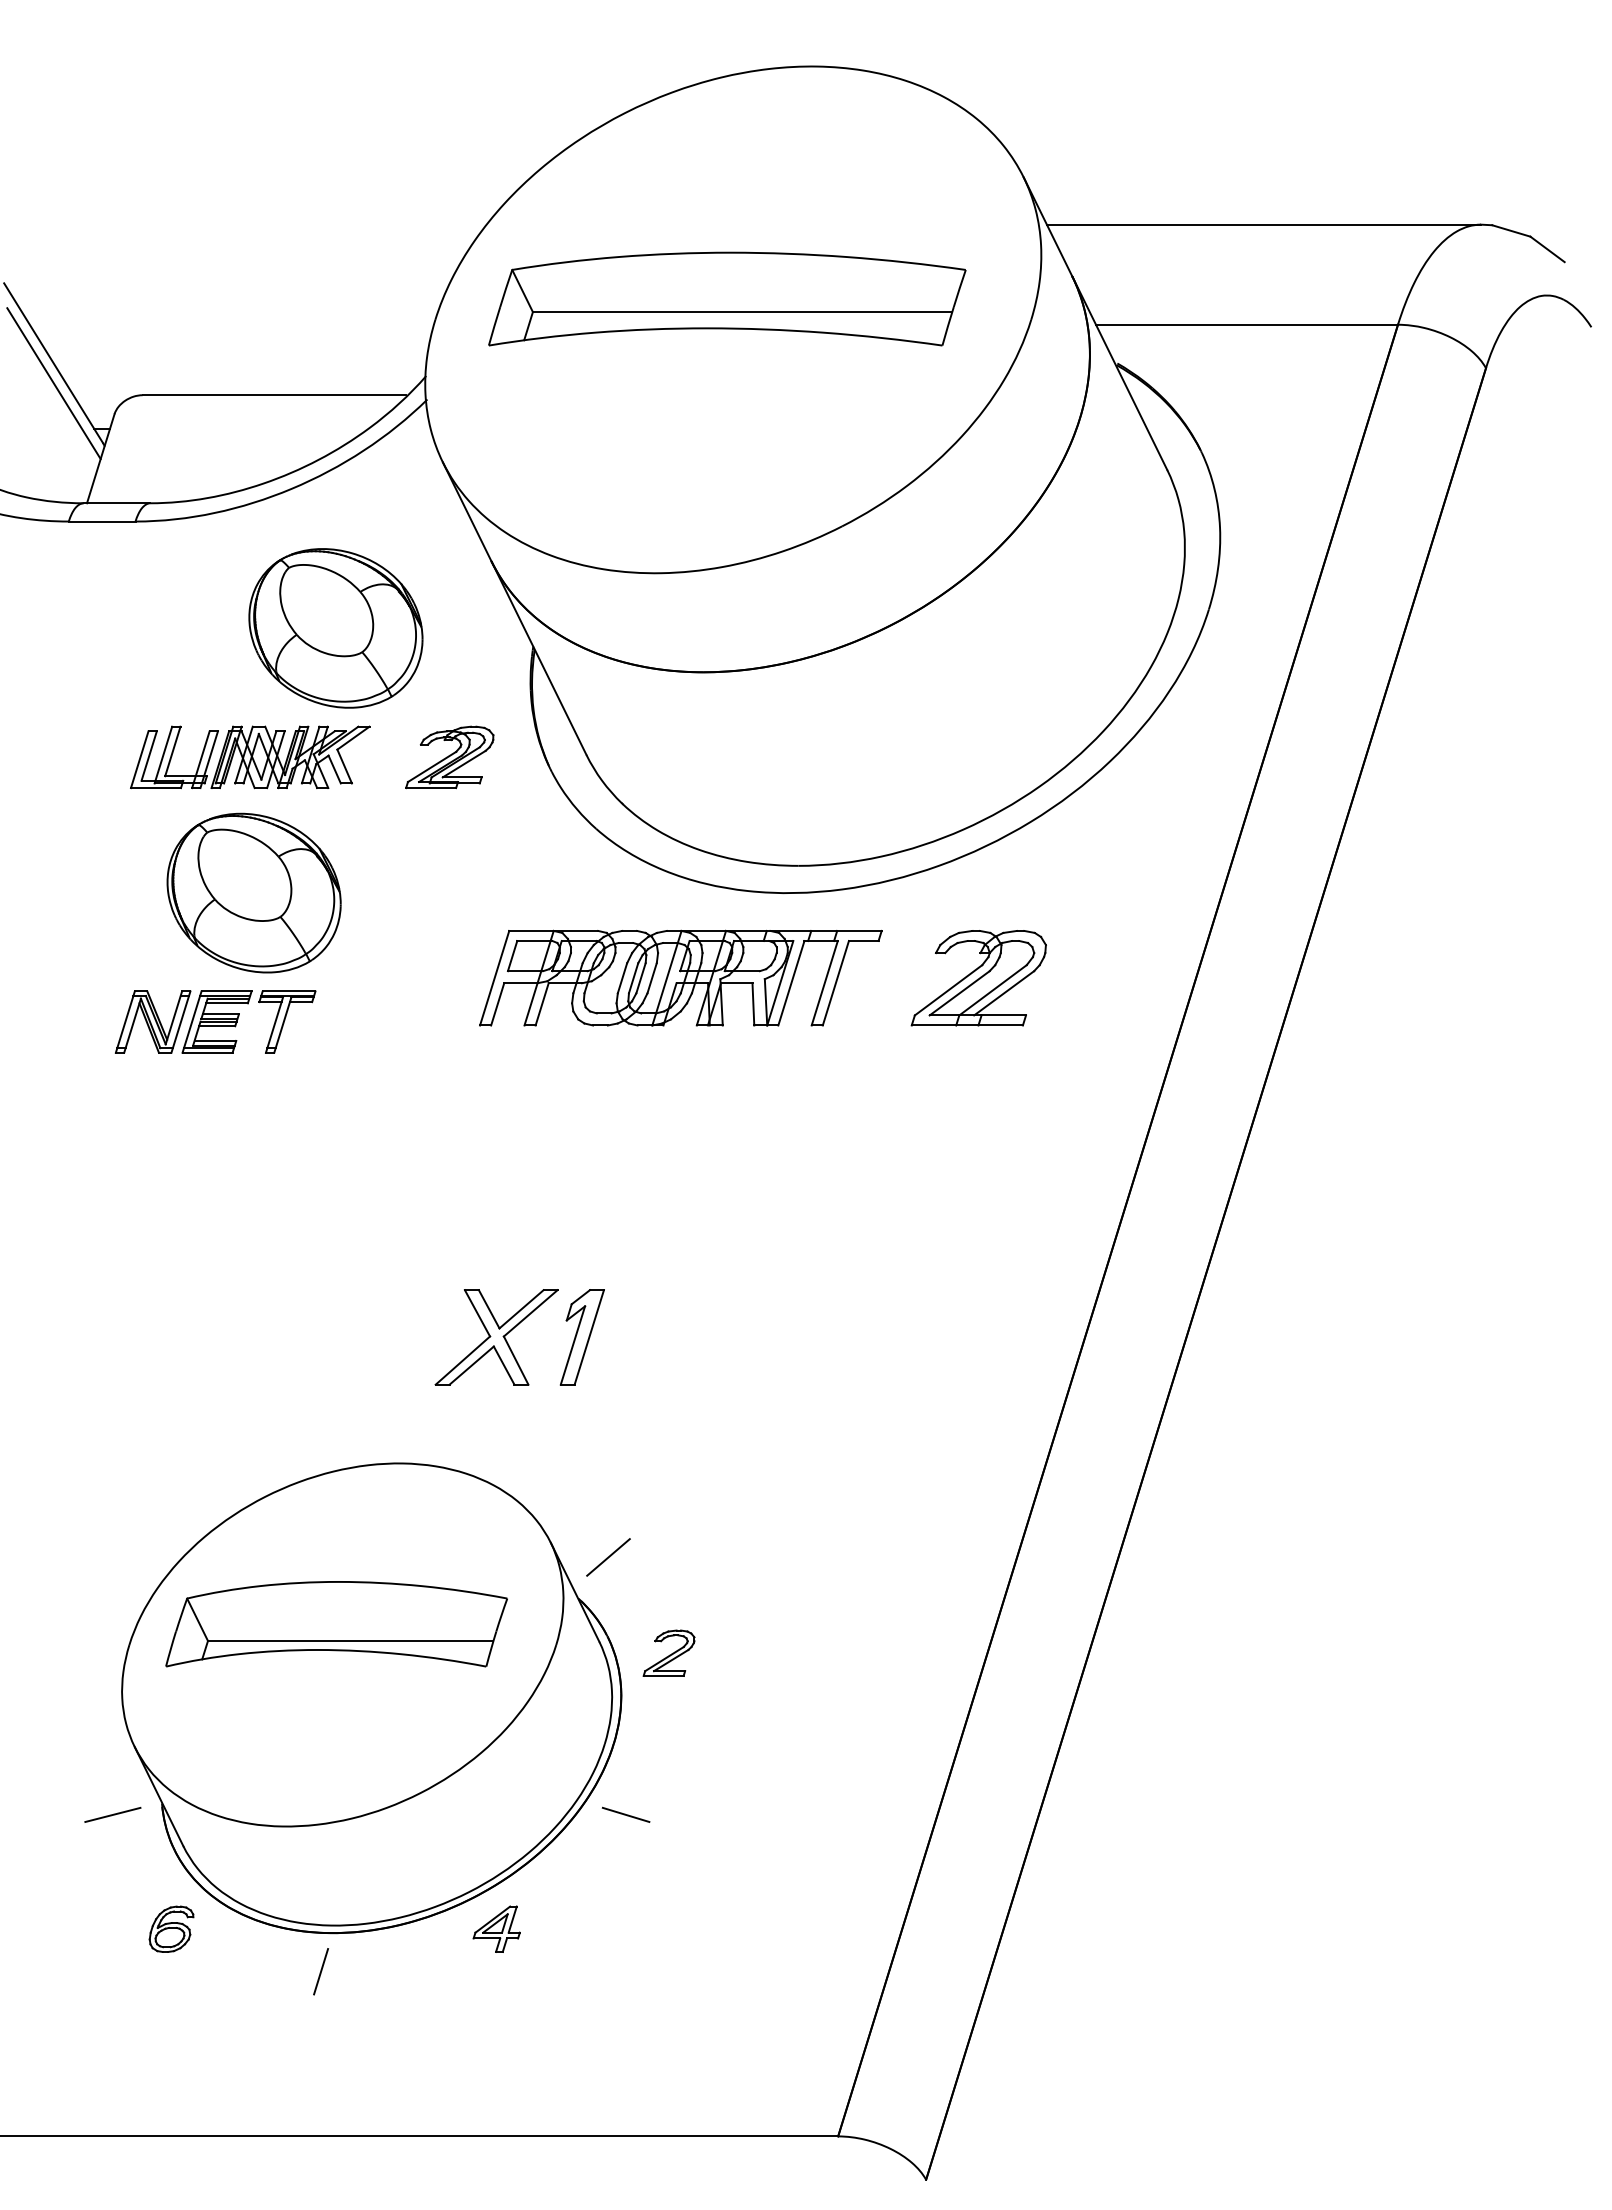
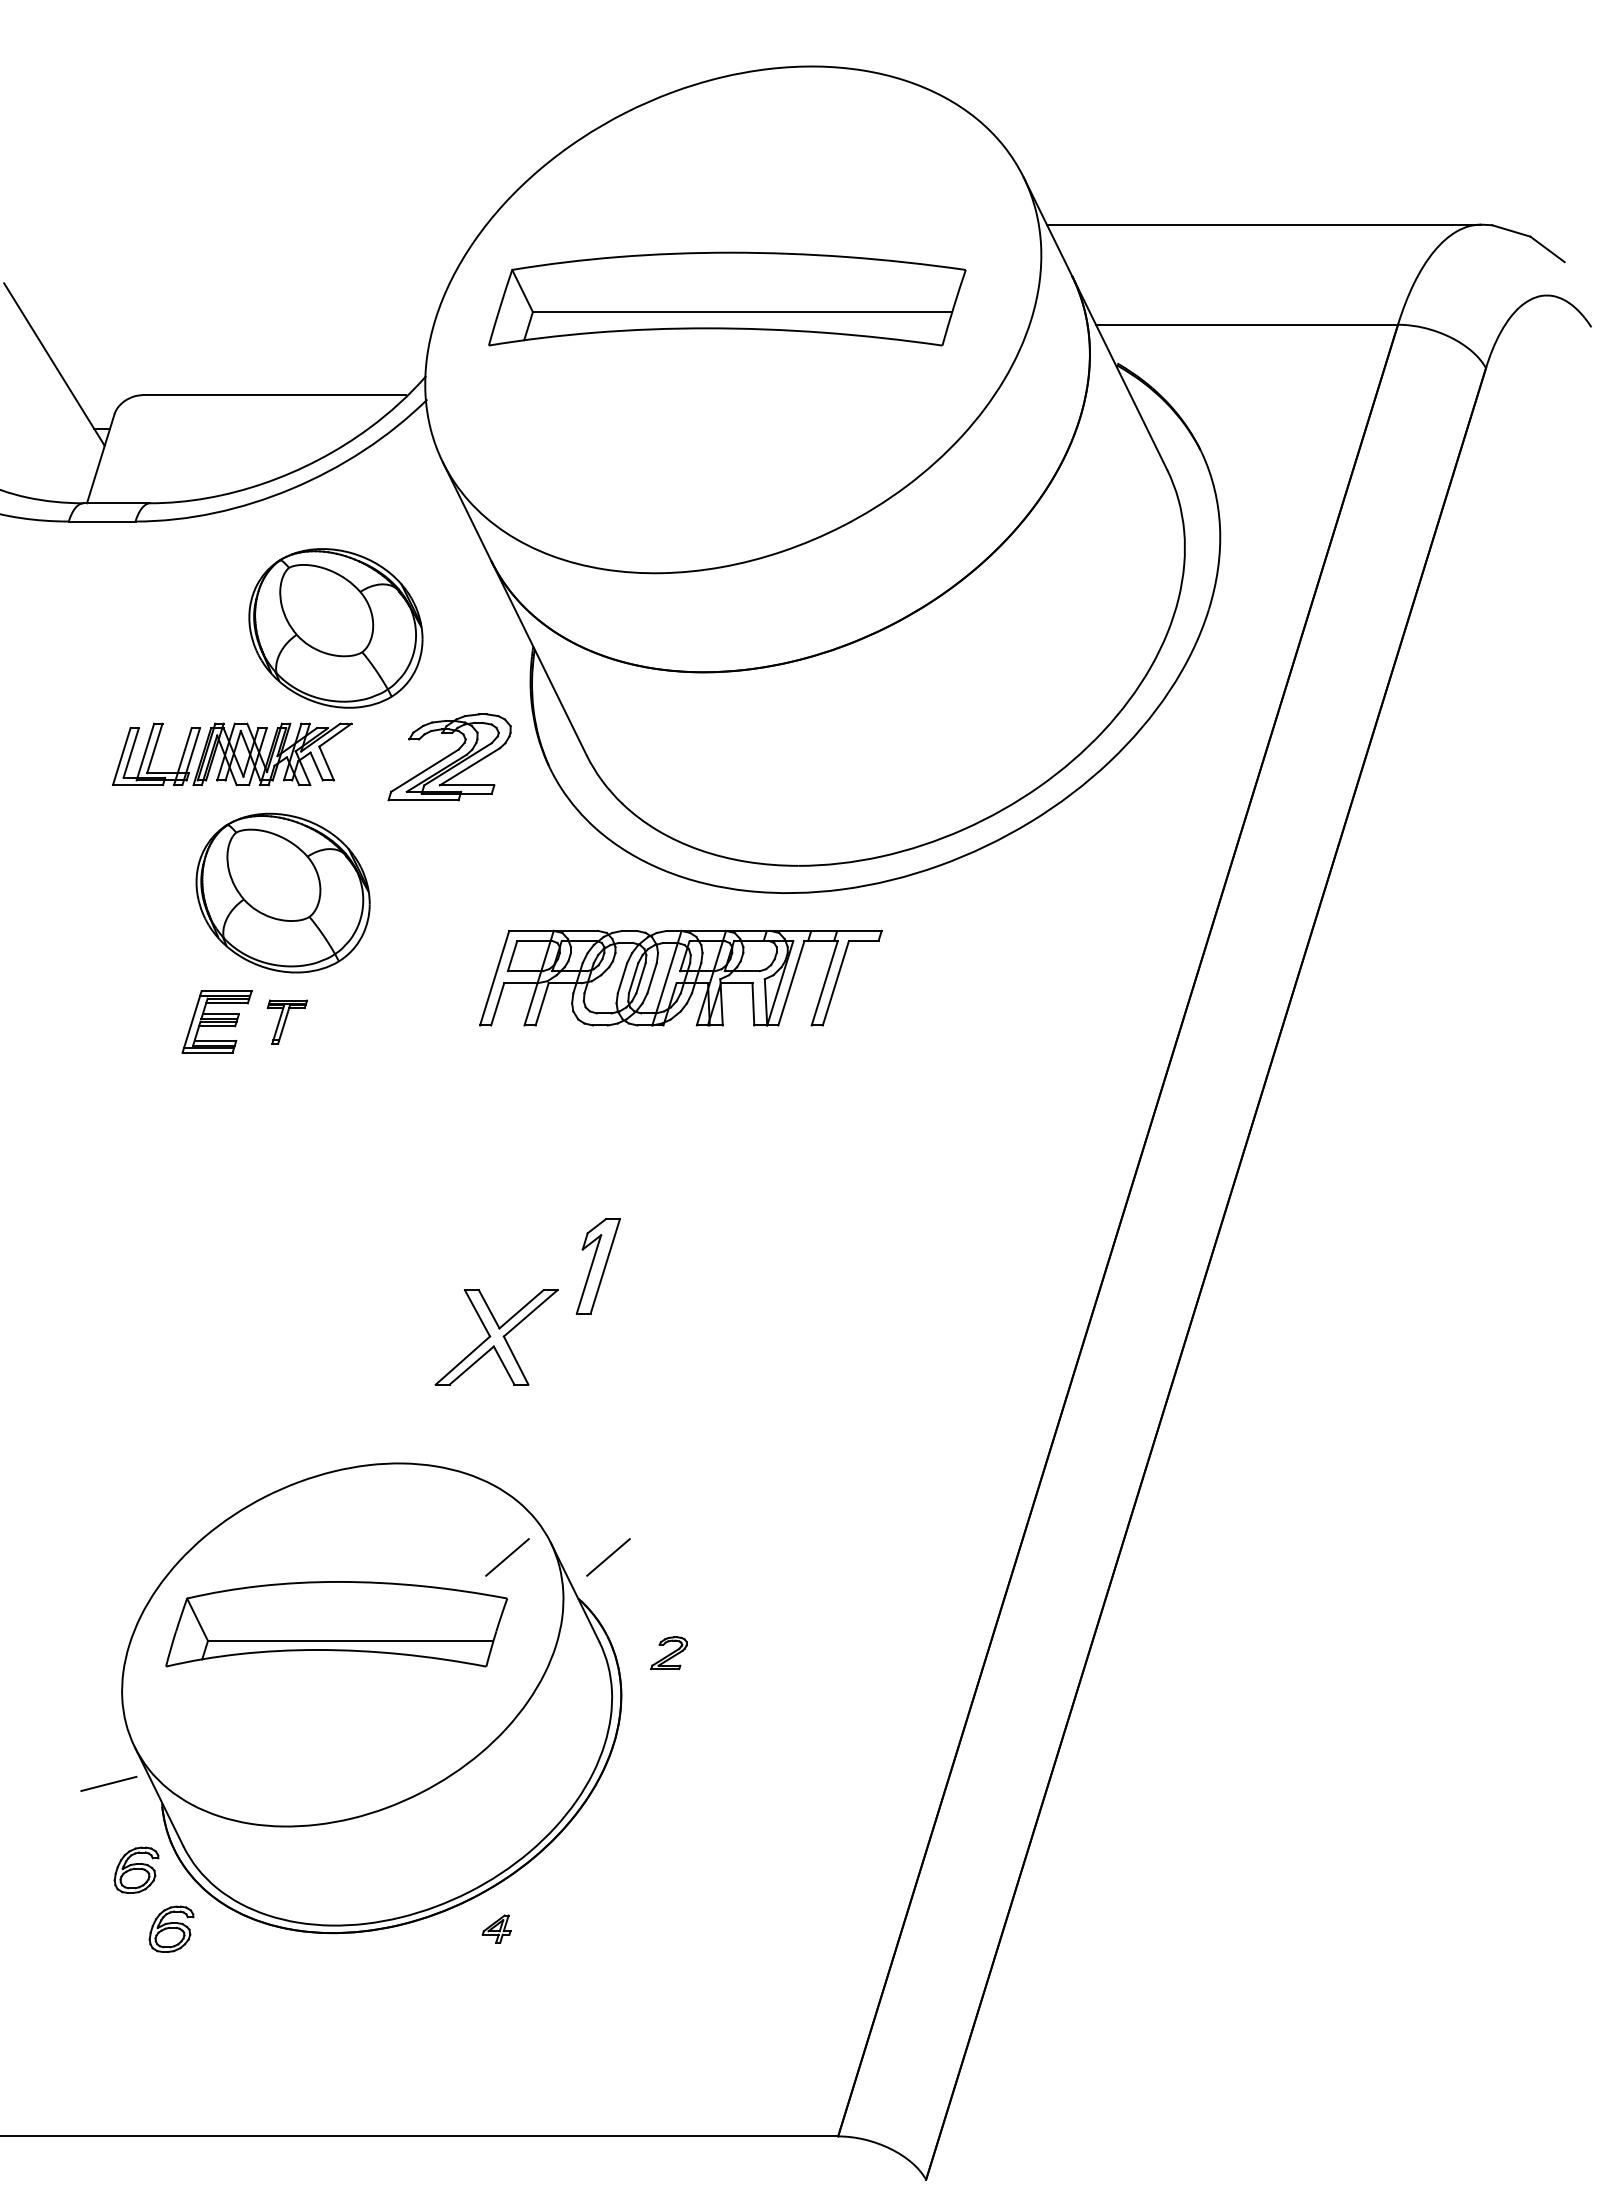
line at (53, 383): present -> none
part at (250, 757) position: (250, 757) -> (232, 754)
part at (449, 757) size: 90x65 px -> 125x89 px
part at (253, 892) position: (253, 892) -> (282, 892)
part at (978, 978): present -> none
part at (152, 1021): present -> none
part at (287, 1021) size: 59x64 px -> 43x46 px
part at (581, 1337) position: (581, 1337) -> (597, 1266)
line at (507, 1557): none -> present
part at (668, 1652) size: 54x48 px -> 38x35 px
line at (112, 1814) position: (112, 1814) -> (108, 1783)
line at (625, 1814): present -> none
part at (136, 1869): none -> present
part at (496, 1928) size: 49x48 px -> 31x30 px
line at (321, 1971): present -> none
